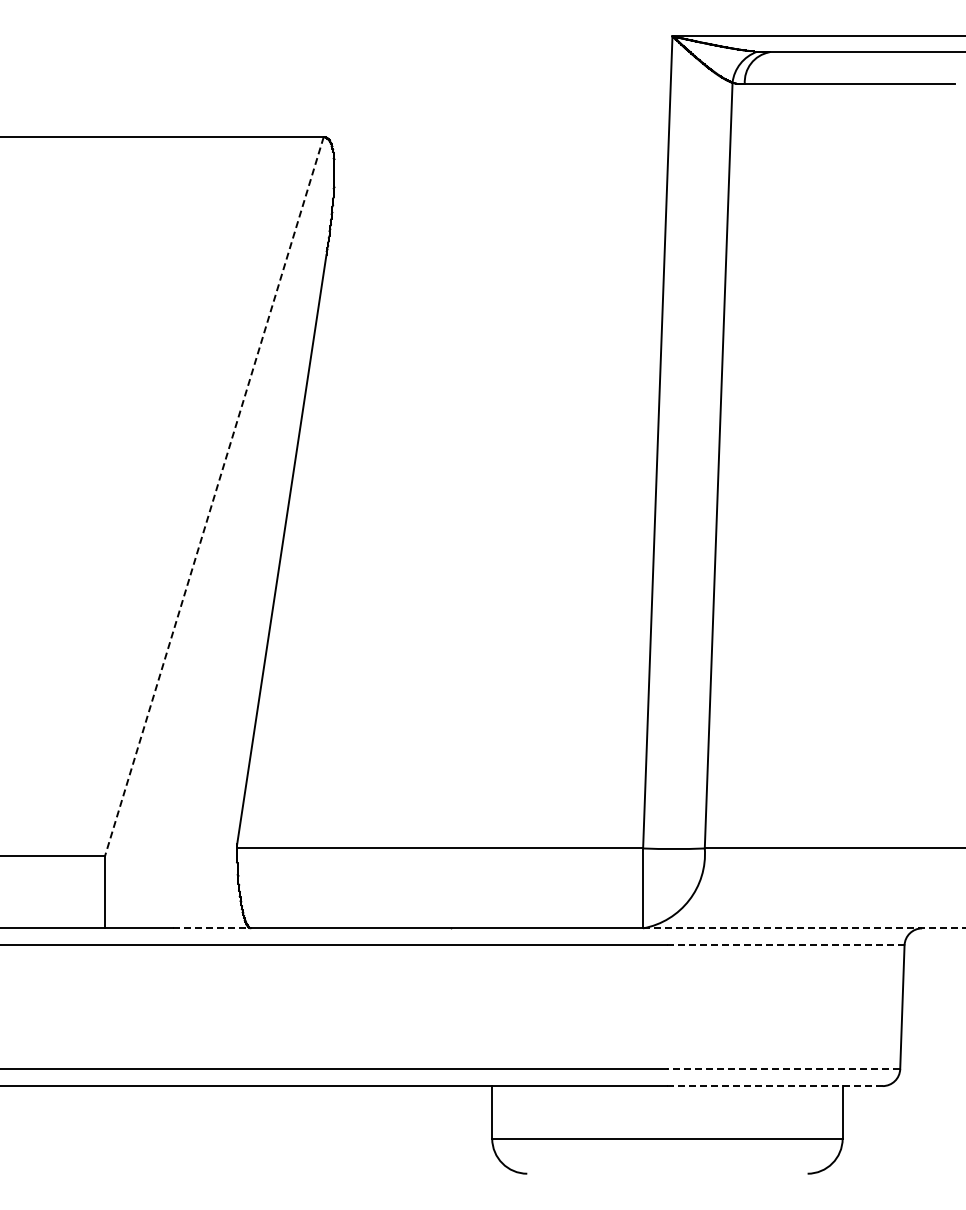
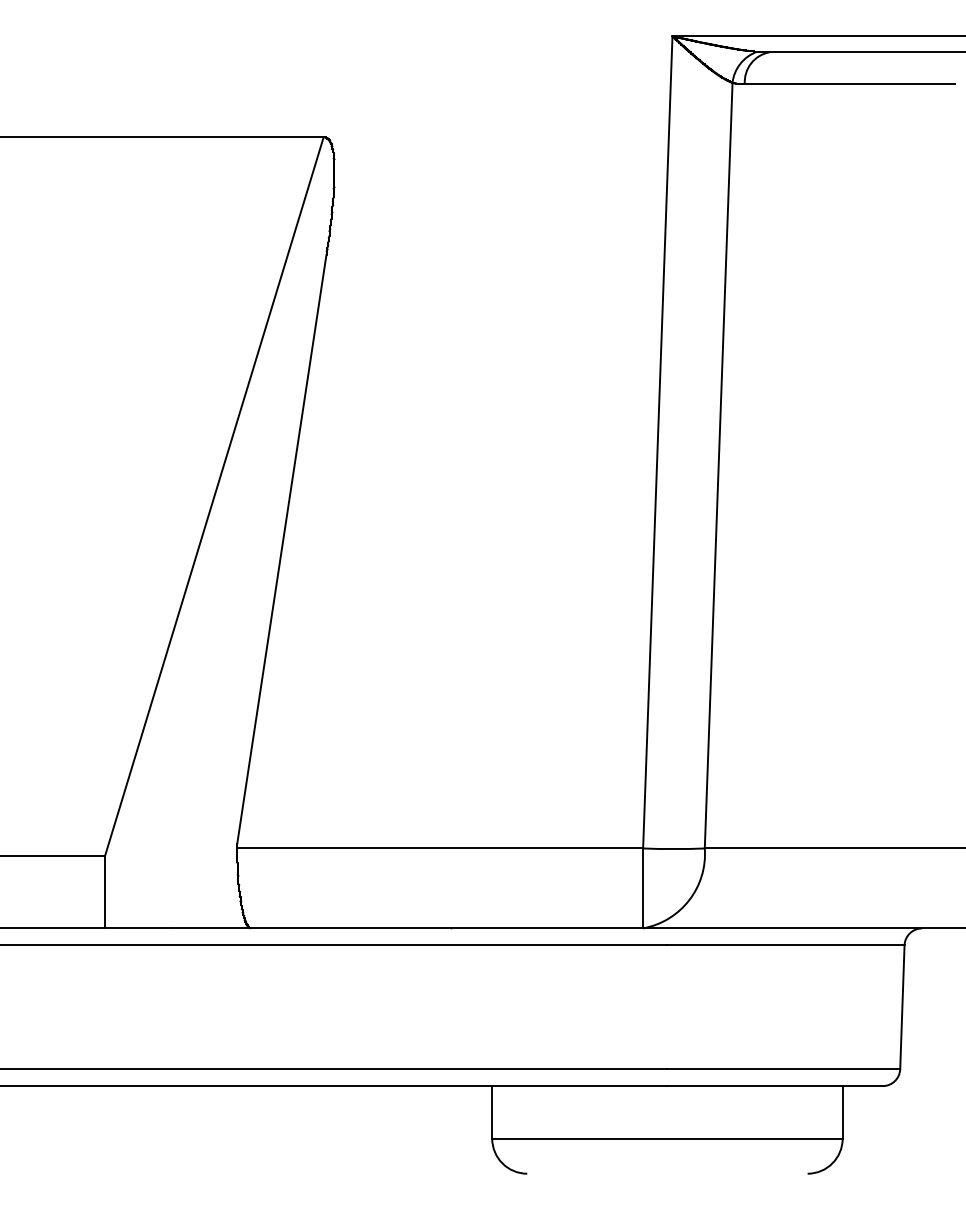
line at (214, 496): dashed -> solid
line at (212, 928): dashed -> solid
line at (804, 928): dashed -> solid
line at (786, 945): dashed -> solid
line at (783, 1069): dashed -> solid
line at (775, 1086): dashed -> solid
